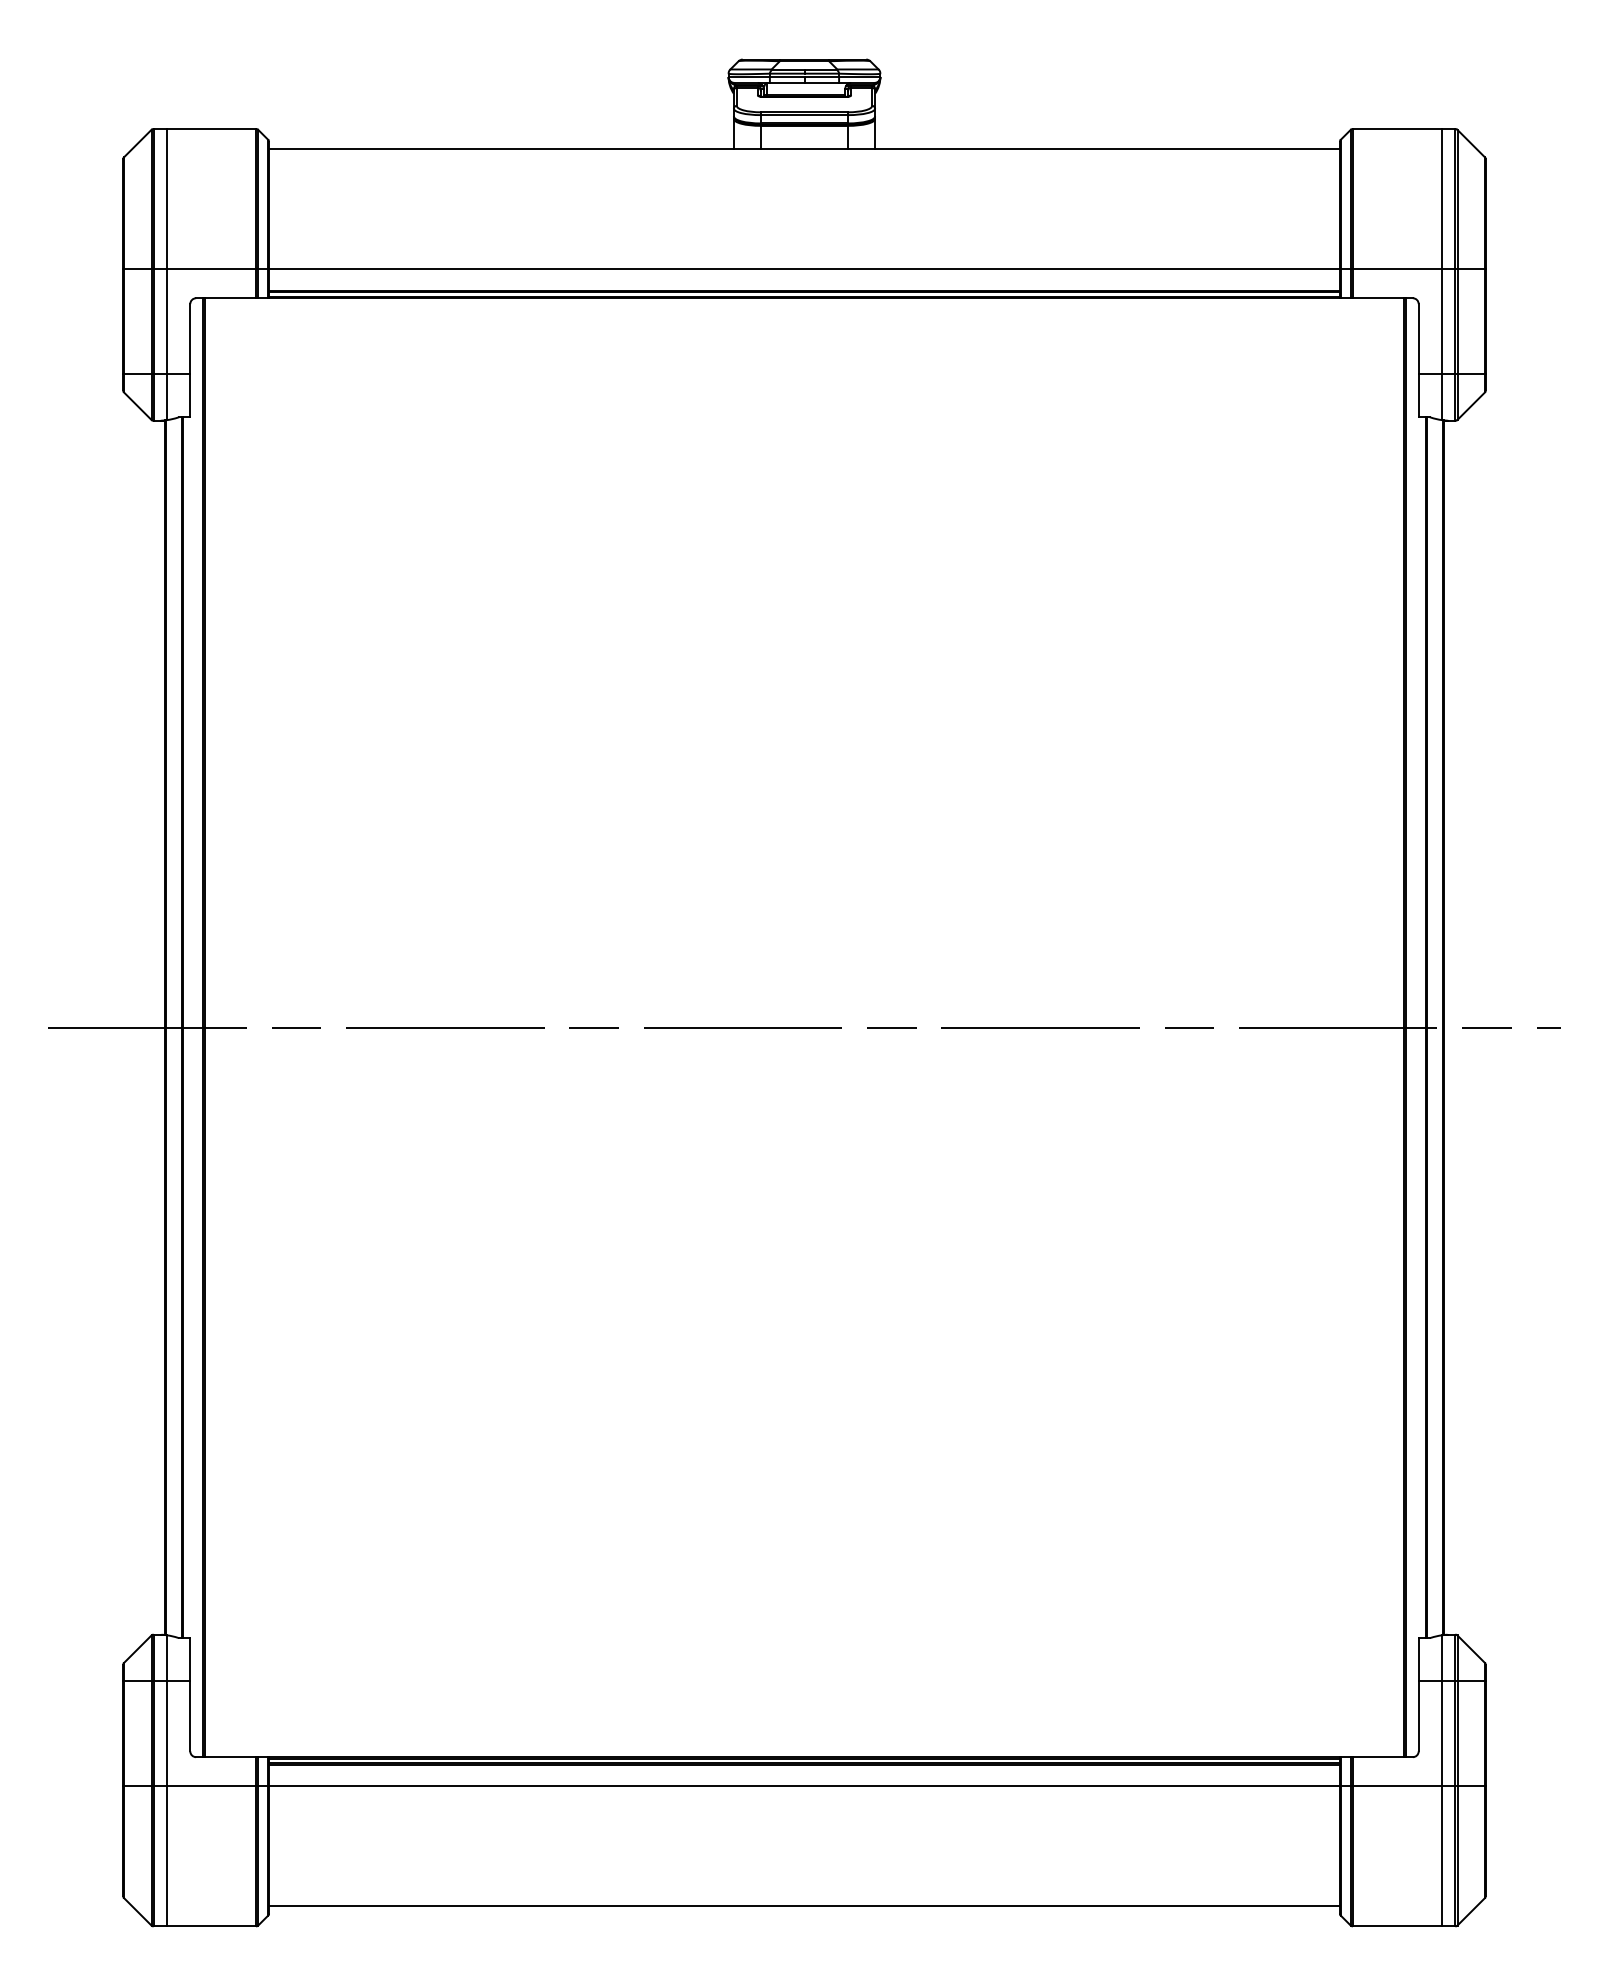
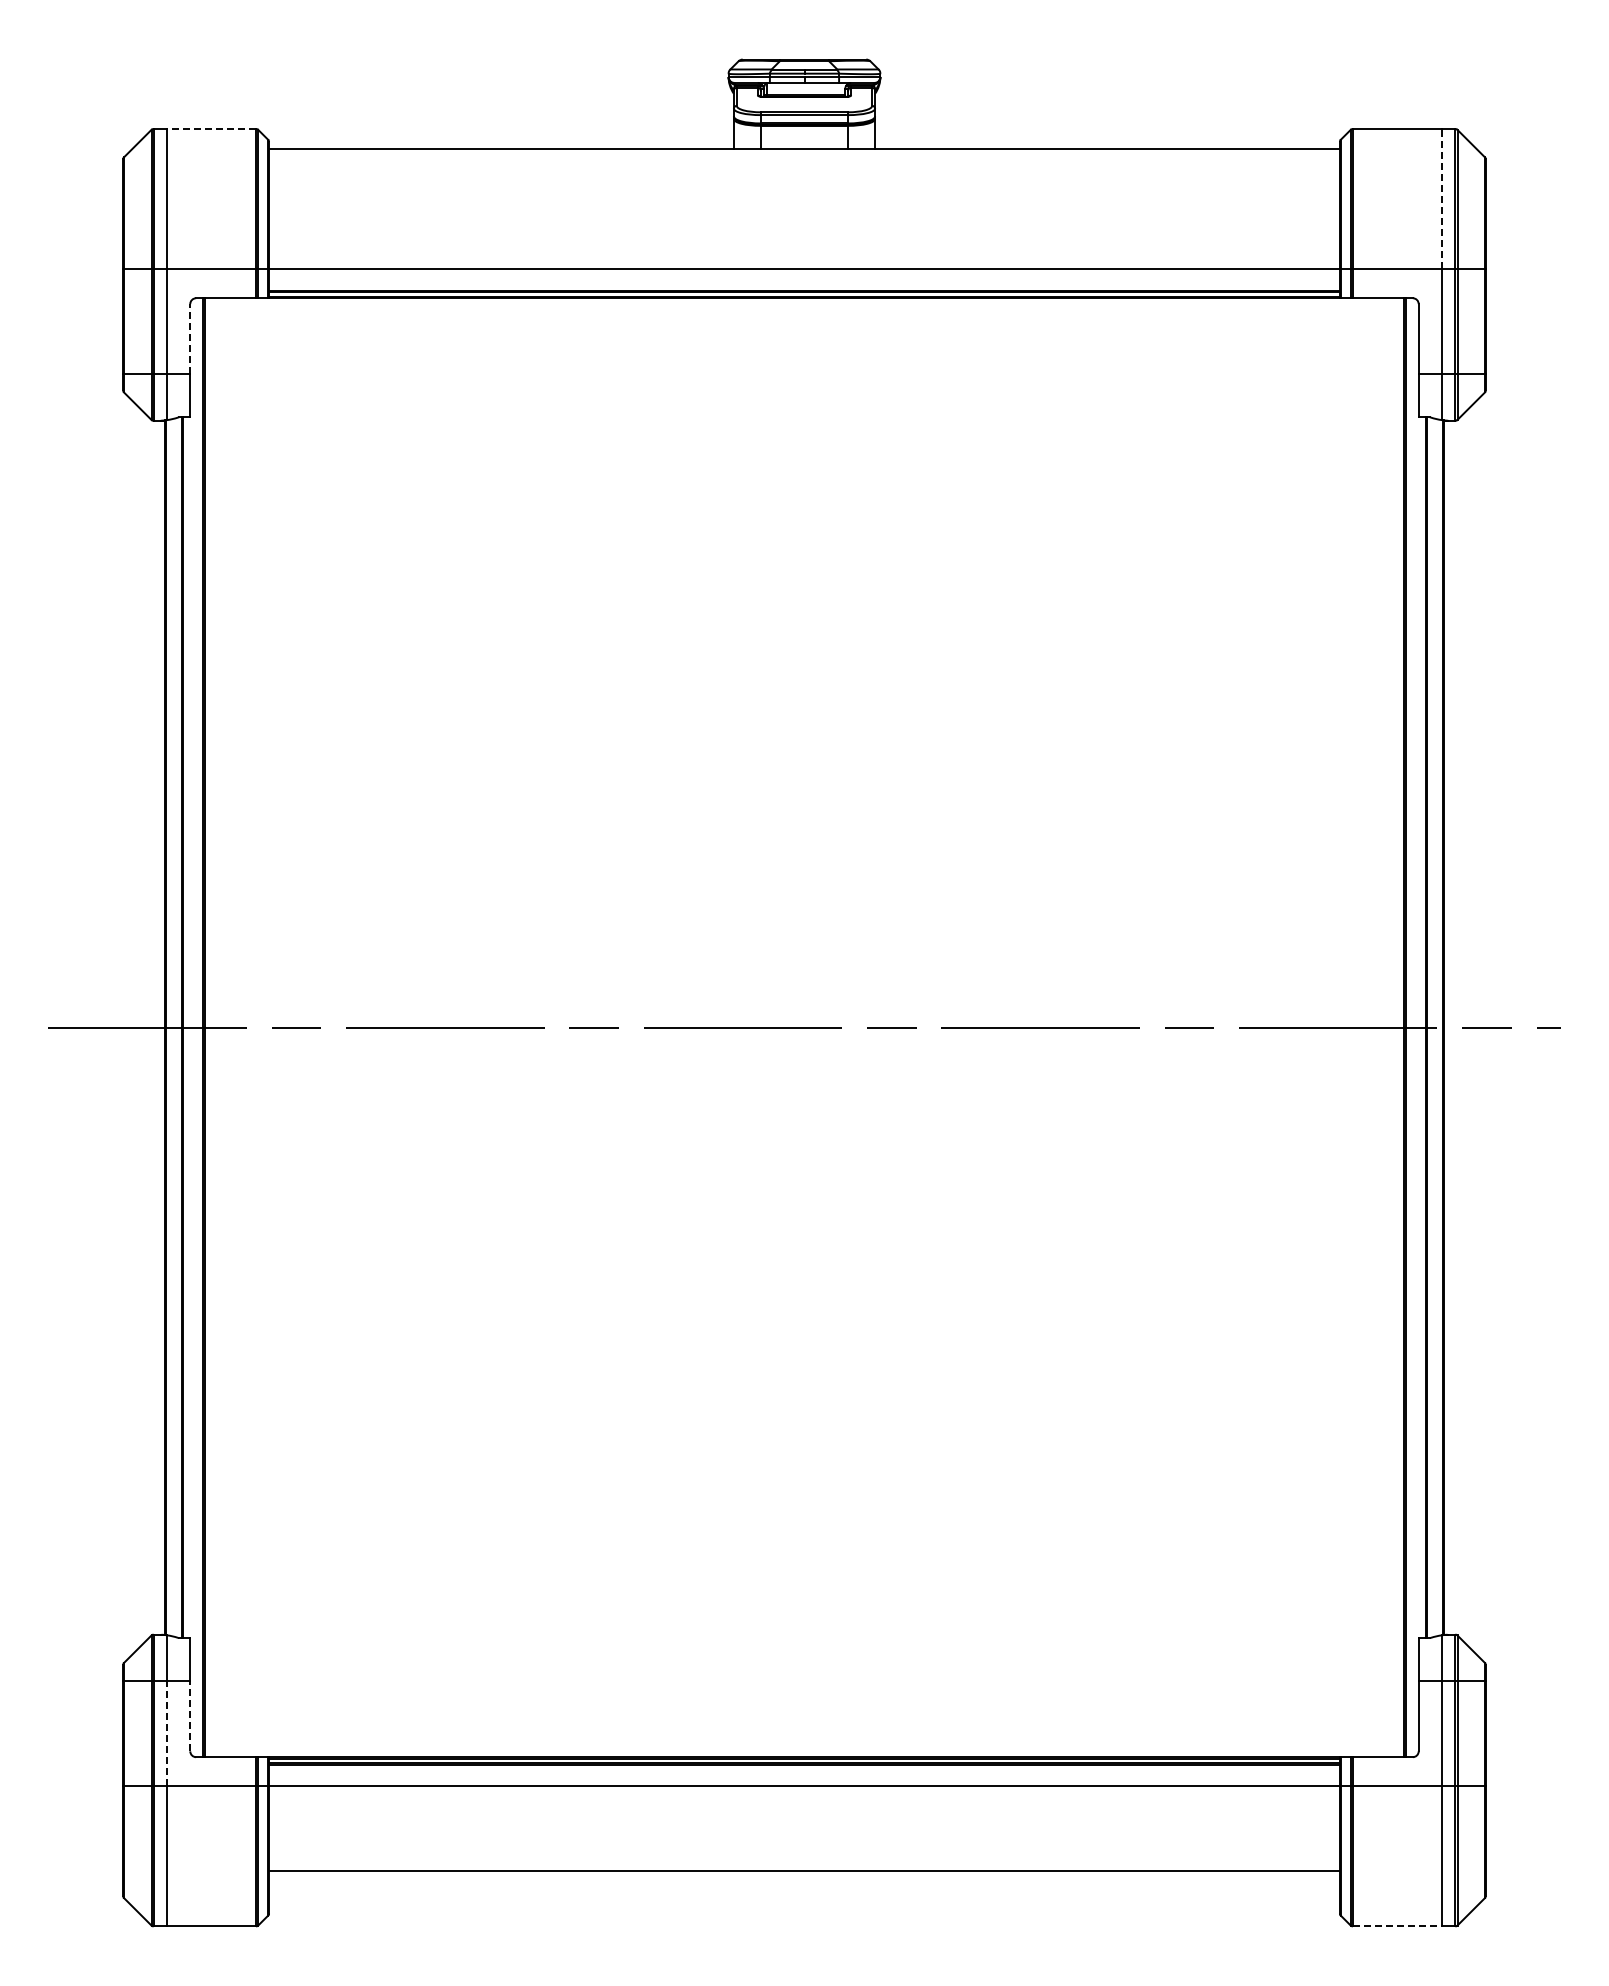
line at (211, 129): solid -> dashed
line at (1442, 198): solid -> dashed
line at (190, 338): solid -> dashed
line at (190, 1715): solid -> dashed
line at (166, 1733): solid -> dashed
line at (804, 1905) position: (804, 1905) -> (804, 1870)
line at (1397, 1926): solid -> dashed
